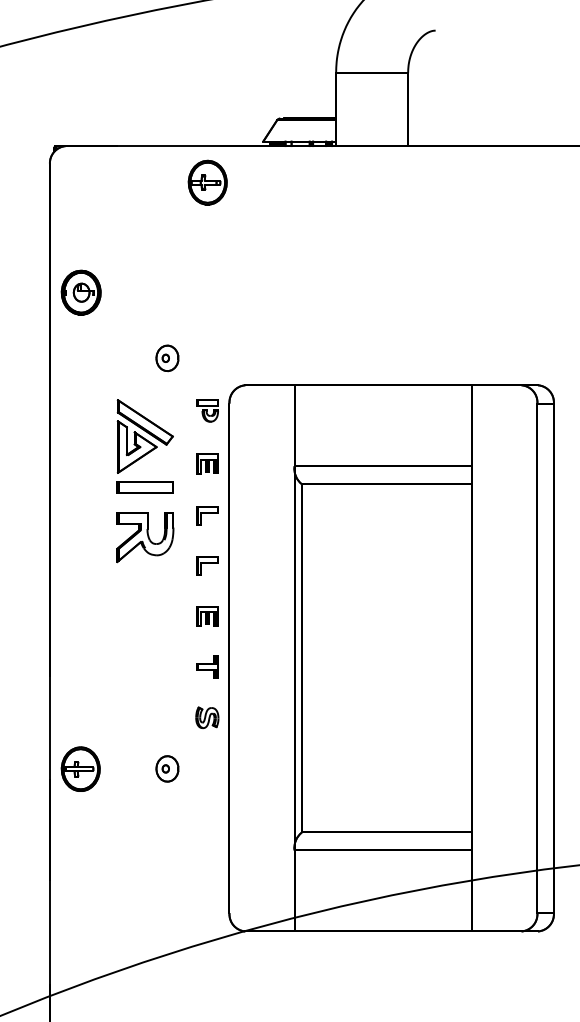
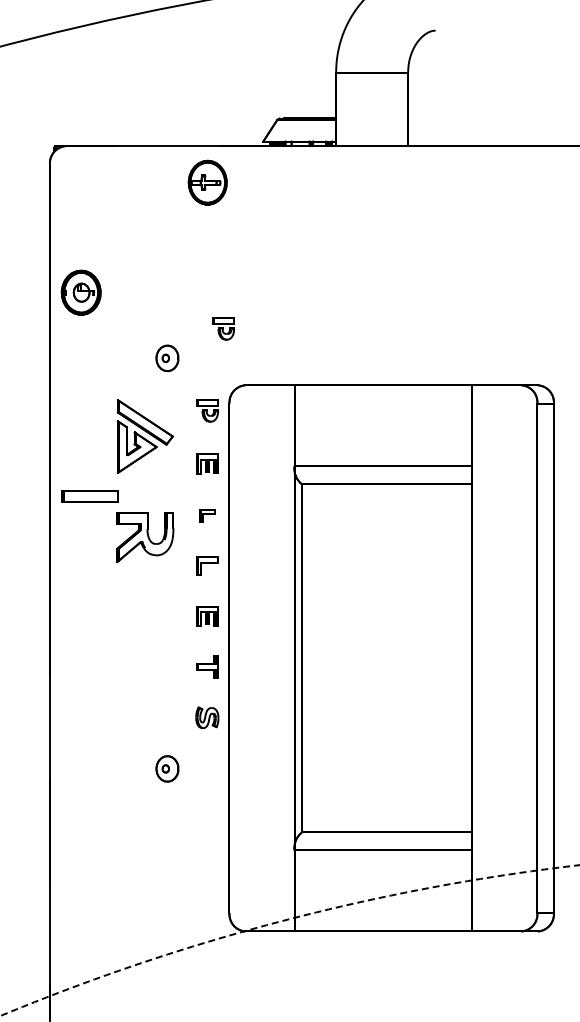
part at (223, 328): none -> present
part at (144, 487) position: (144, 487) -> (89, 496)
part at (207, 515) size: 23x20 px -> 17x14 px
part at (80, 768): present -> none
arc at (284, 920): solid -> dashed
